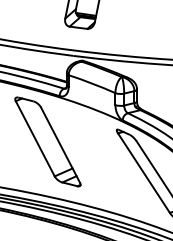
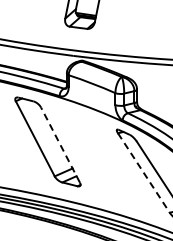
line at (60, 144): solid -> dashed
line at (144, 173): solid -> dashed
